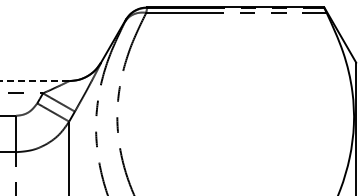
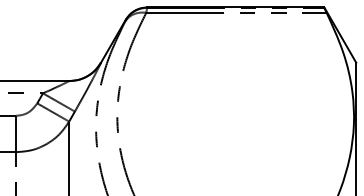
line at (34, 81): dashed -> solid
